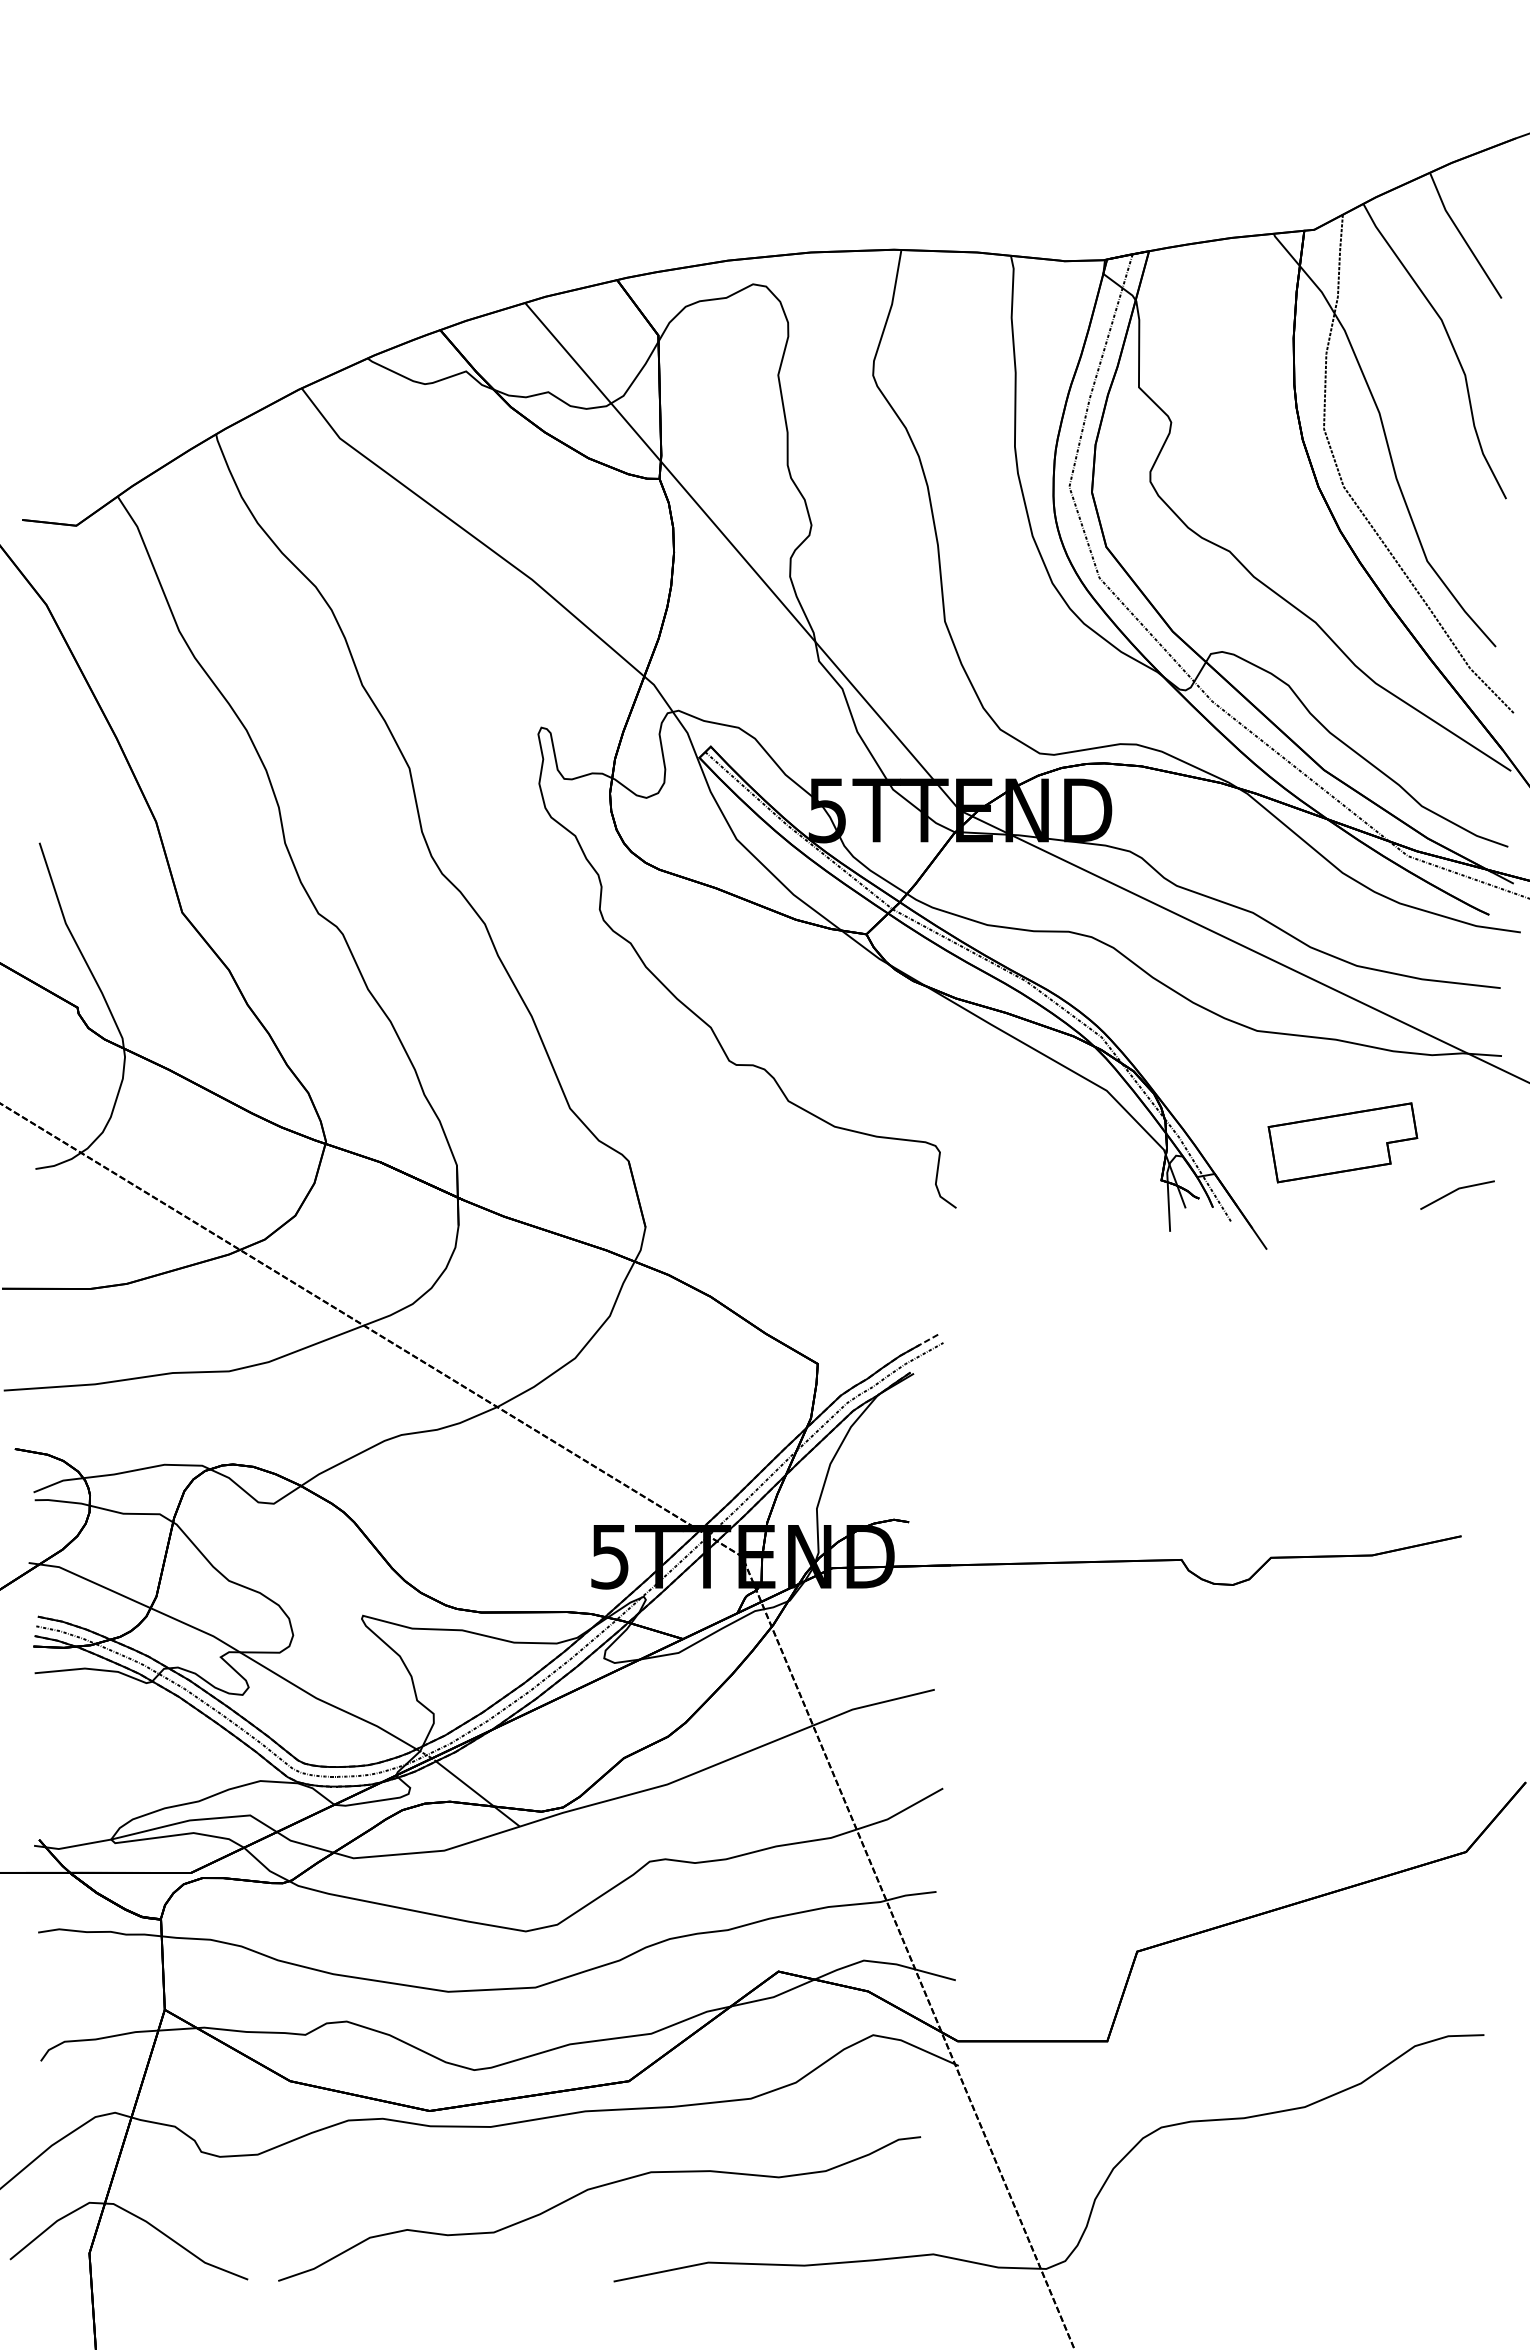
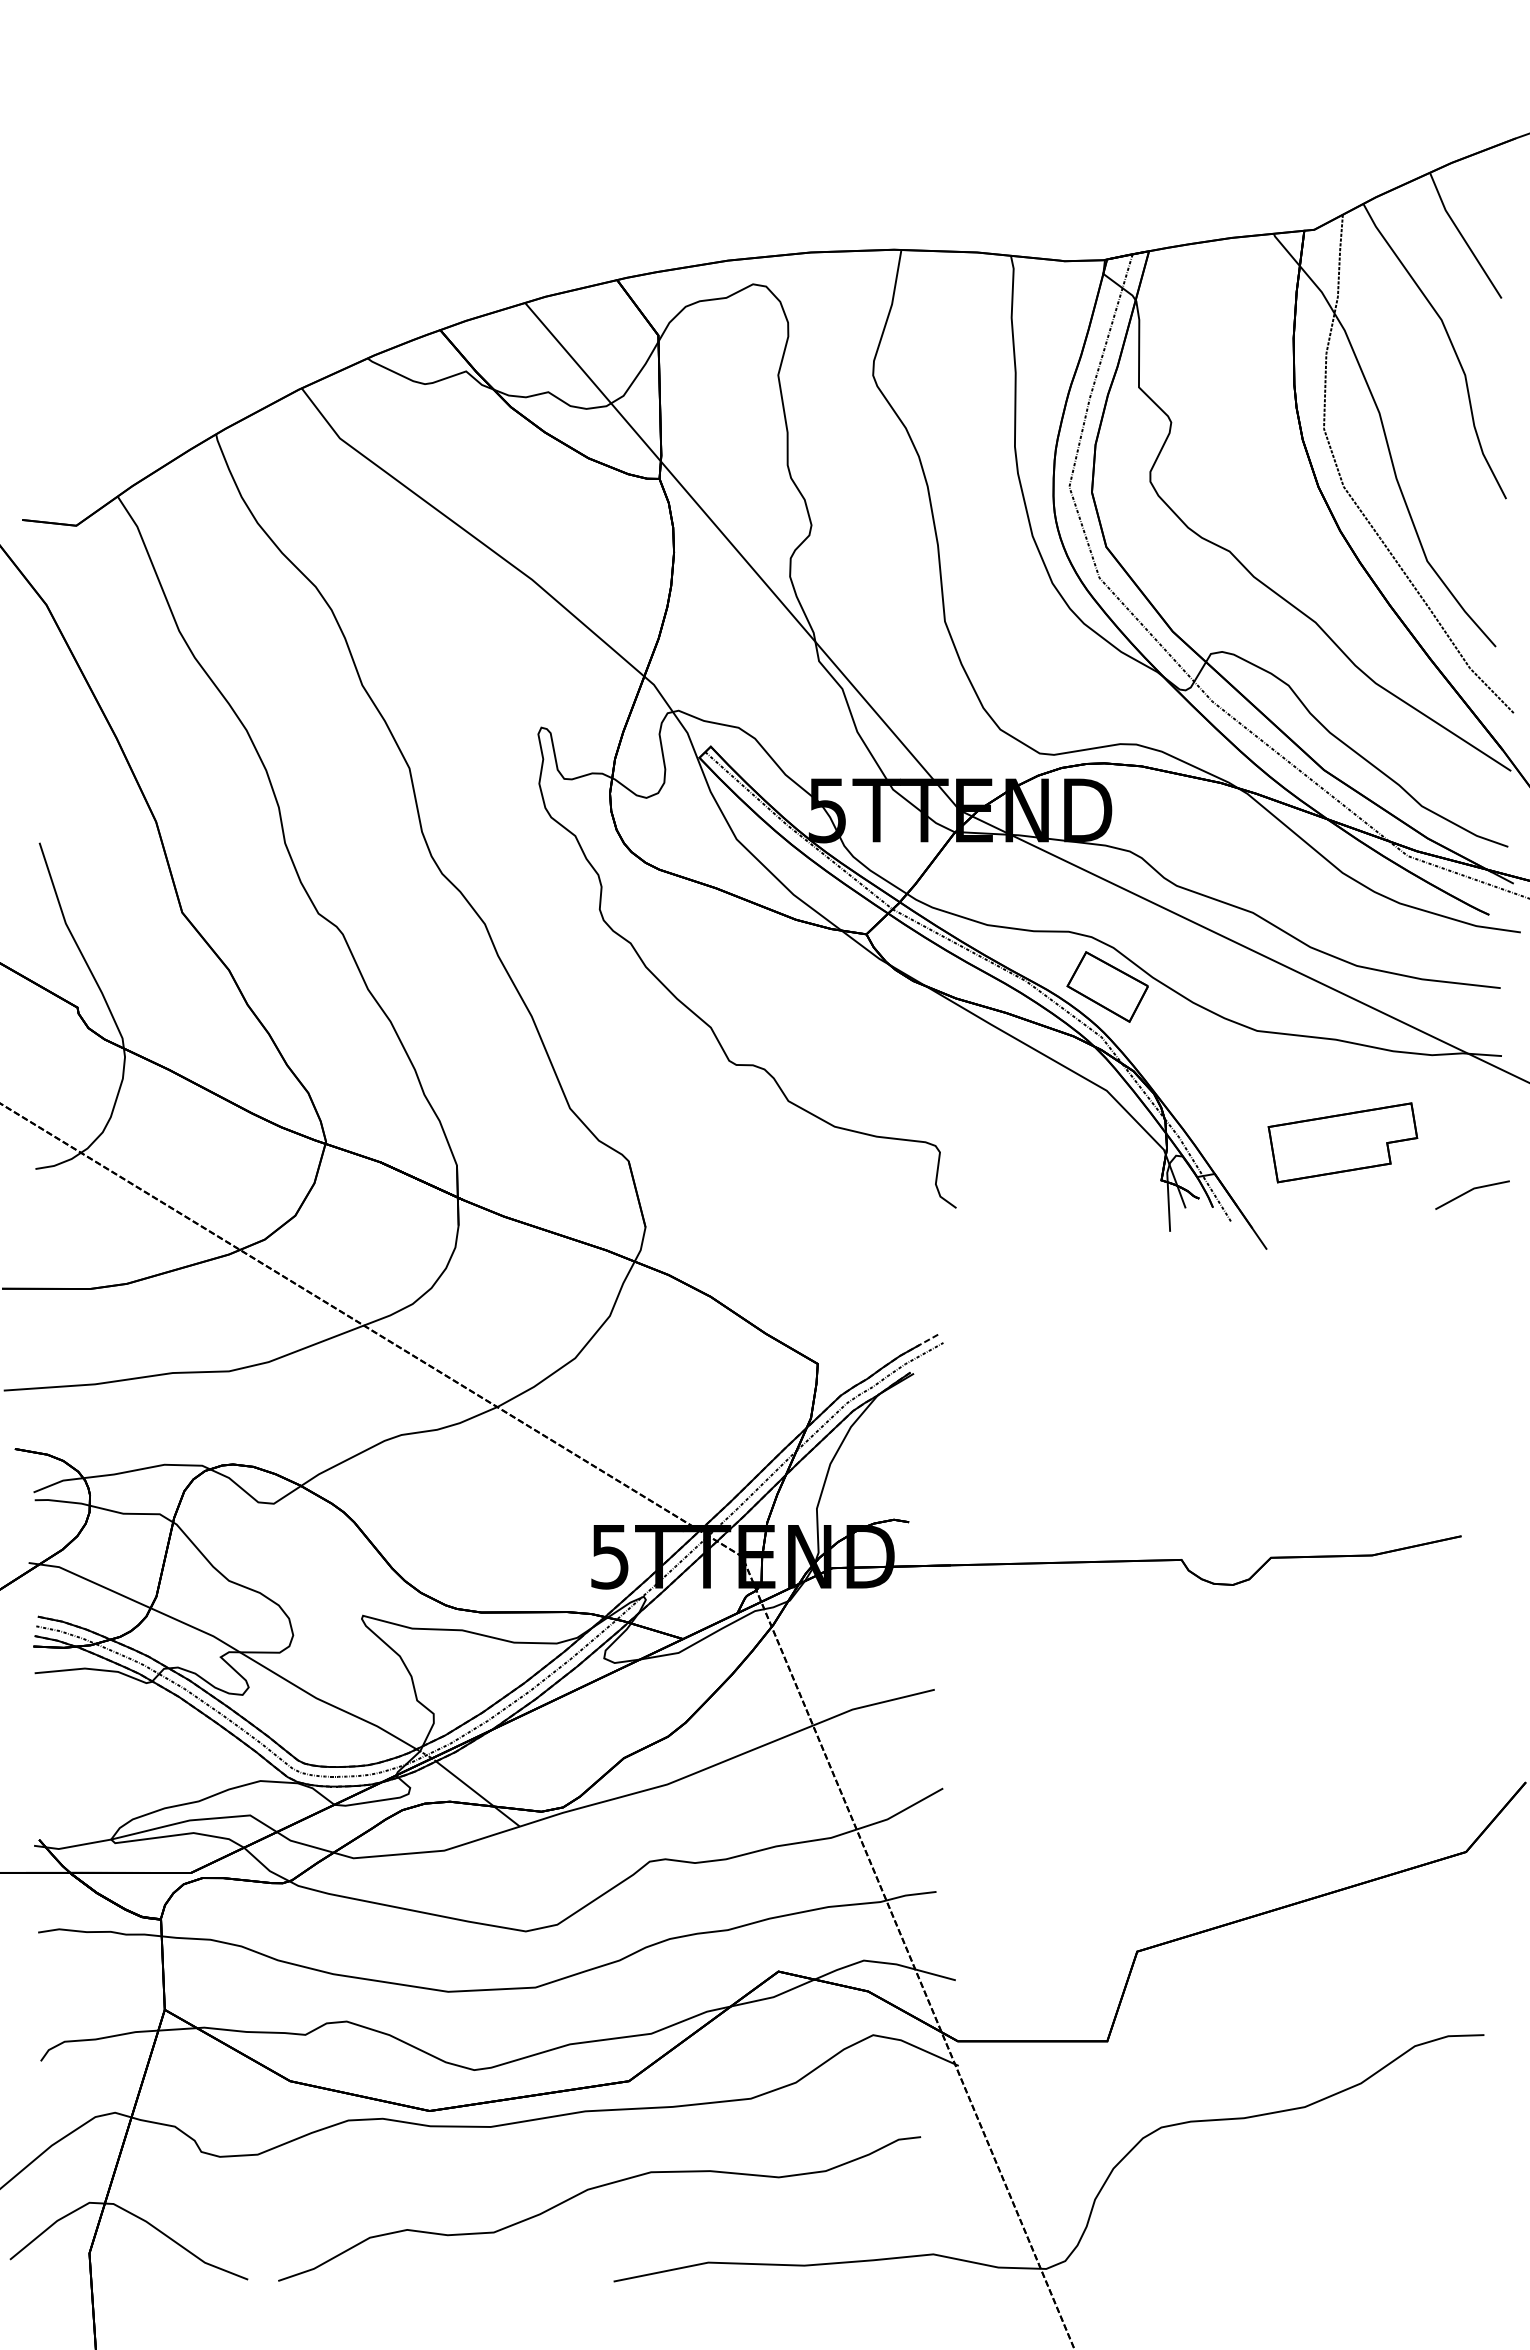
part at (1107, 986): none -> present
line at (1455, 1191) position: (1455, 1191) -> (1470, 1191)
